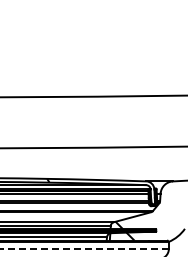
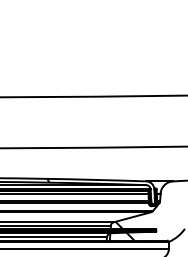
line at (84, 248): dashed -> solid
